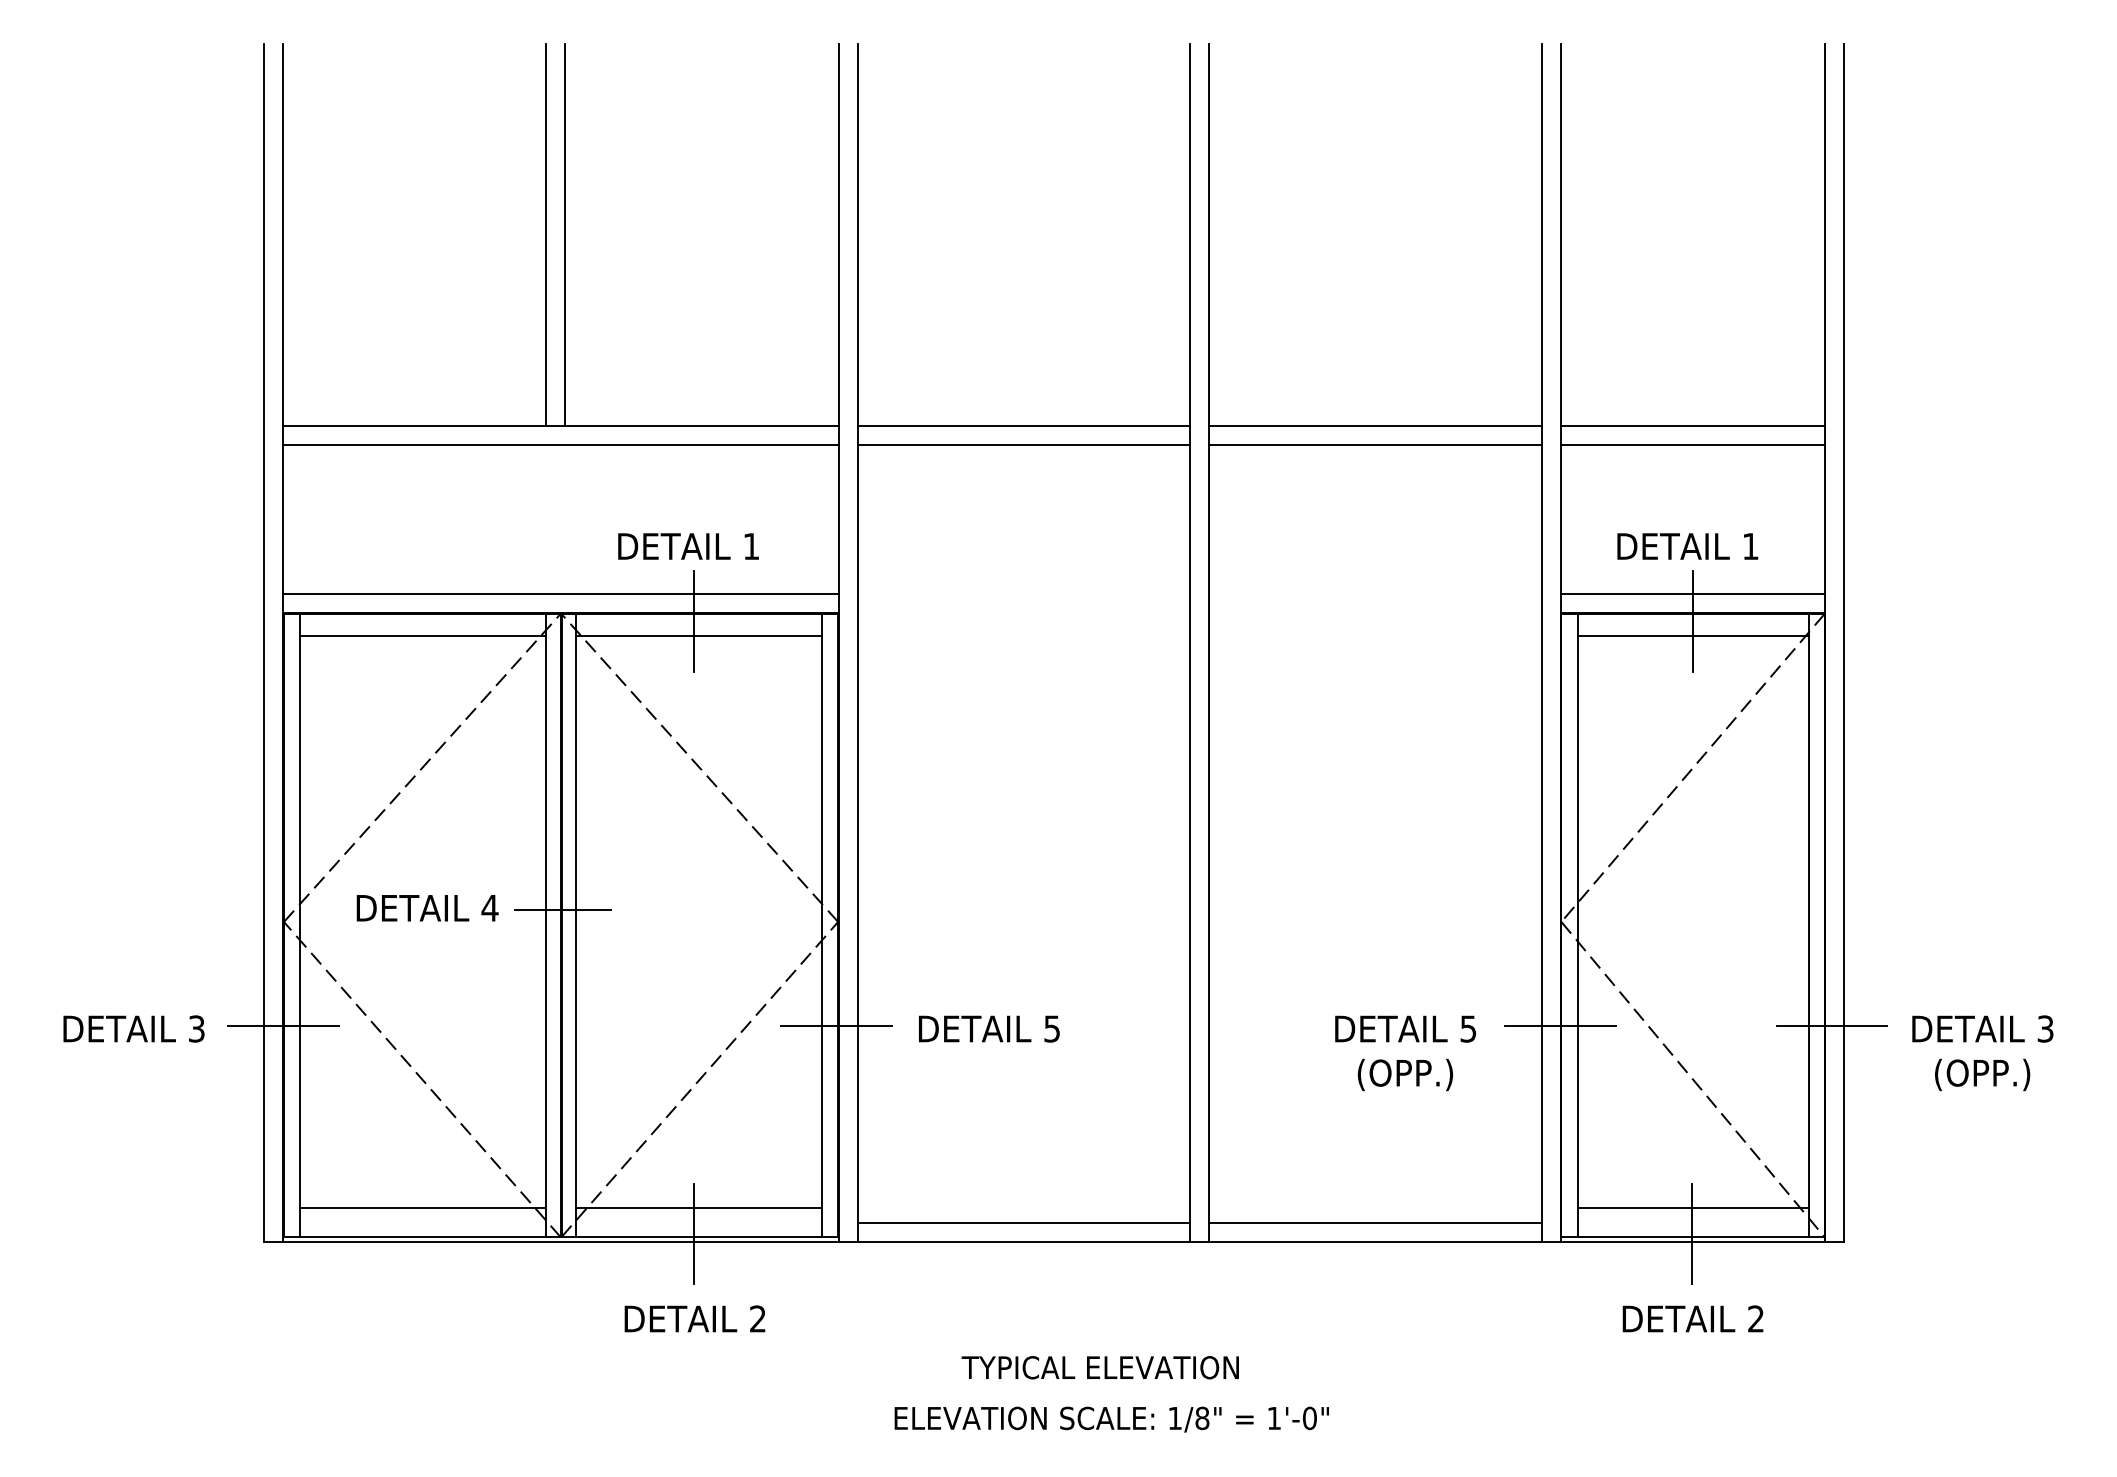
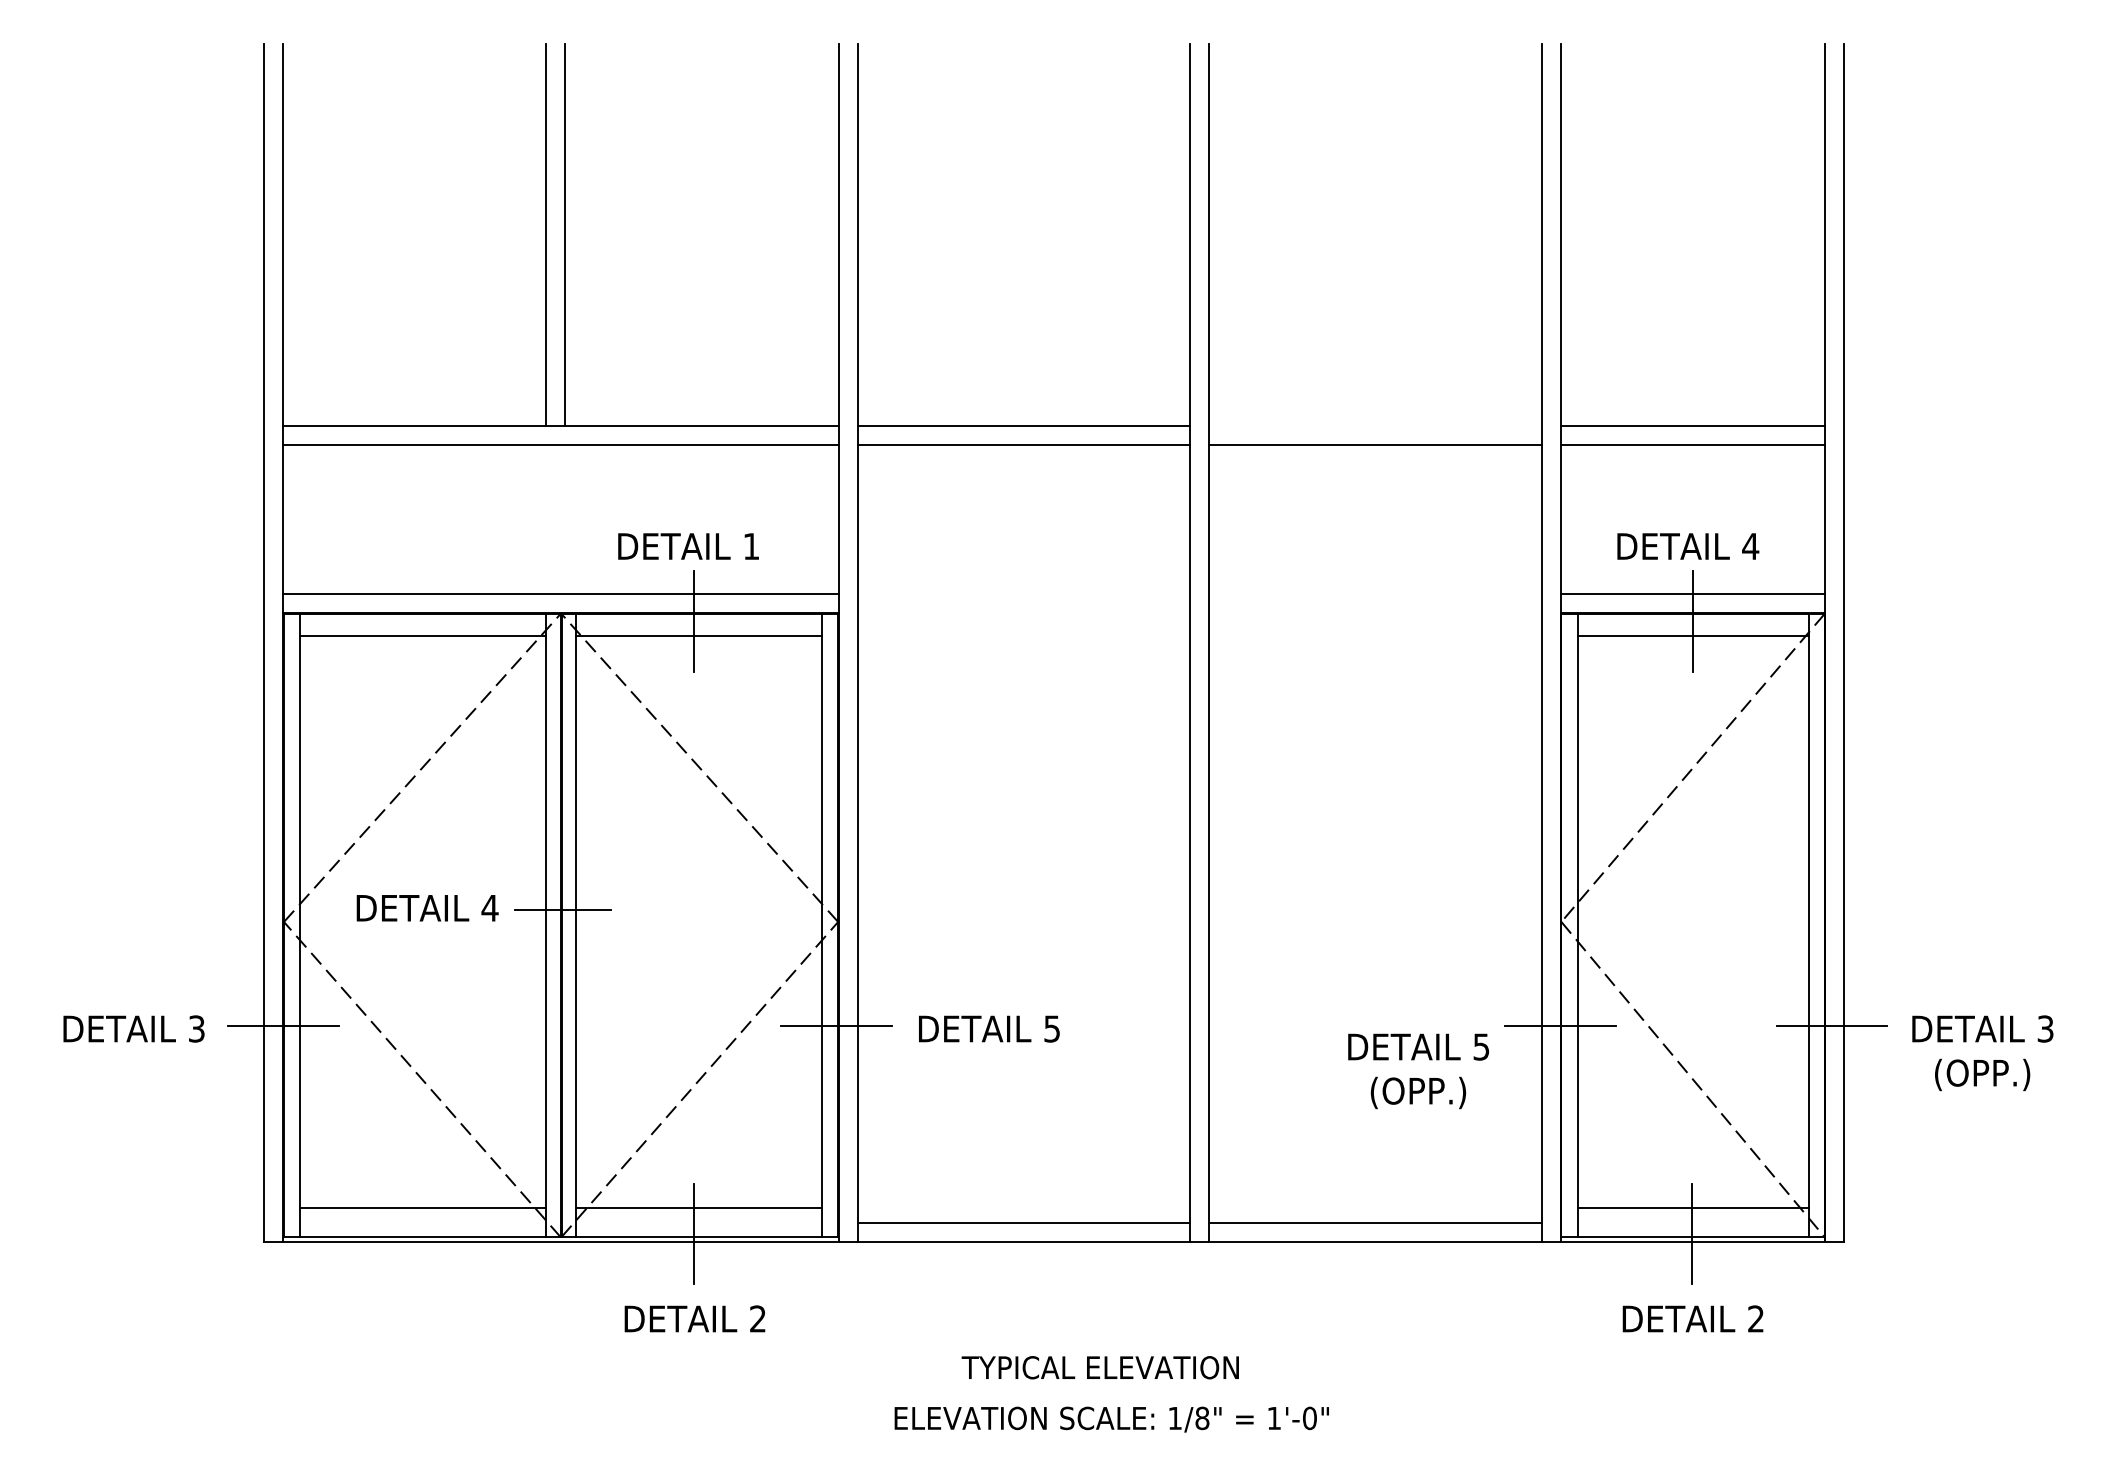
line at (1375, 425): present -> none
text at (1750, 546): 1 -> 4
text at (1405, 1053) position: (1405, 1053) -> (1418, 1071)
